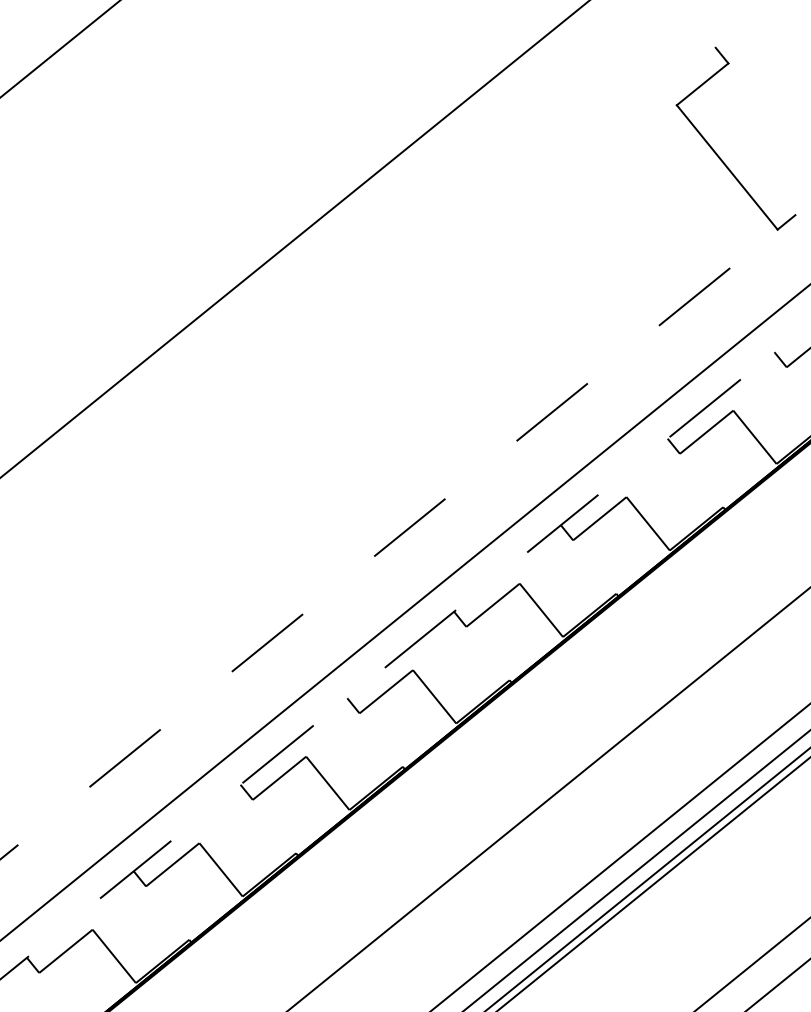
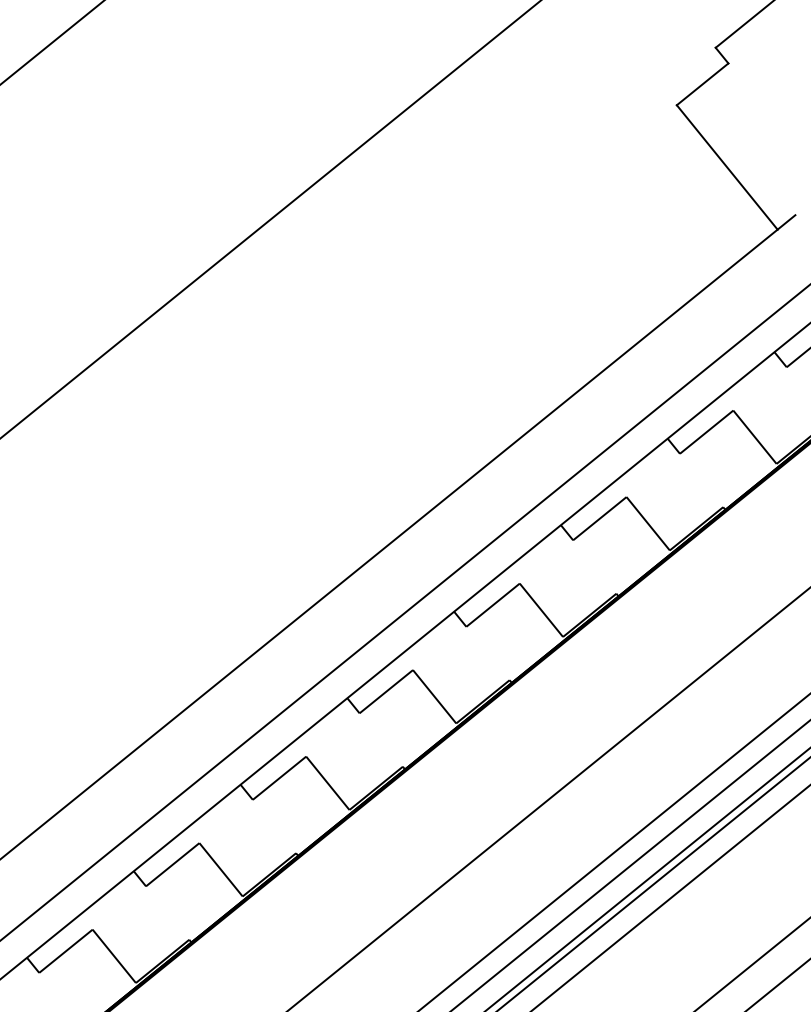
line at (743, 24): none -> present
line at (60, 48) position: (60, 48) -> (52, 42)
line at (294, 239) position: (294, 239) -> (270, 219)
line at (388, 544): dashed -> solid
line at (405, 651): dashed -> solid
line at (620, 857) position: (620, 857) -> (614, 851)
line at (636, 870) position: (636, 870) -> (630, 865)
line at (670, 897): none -> present
